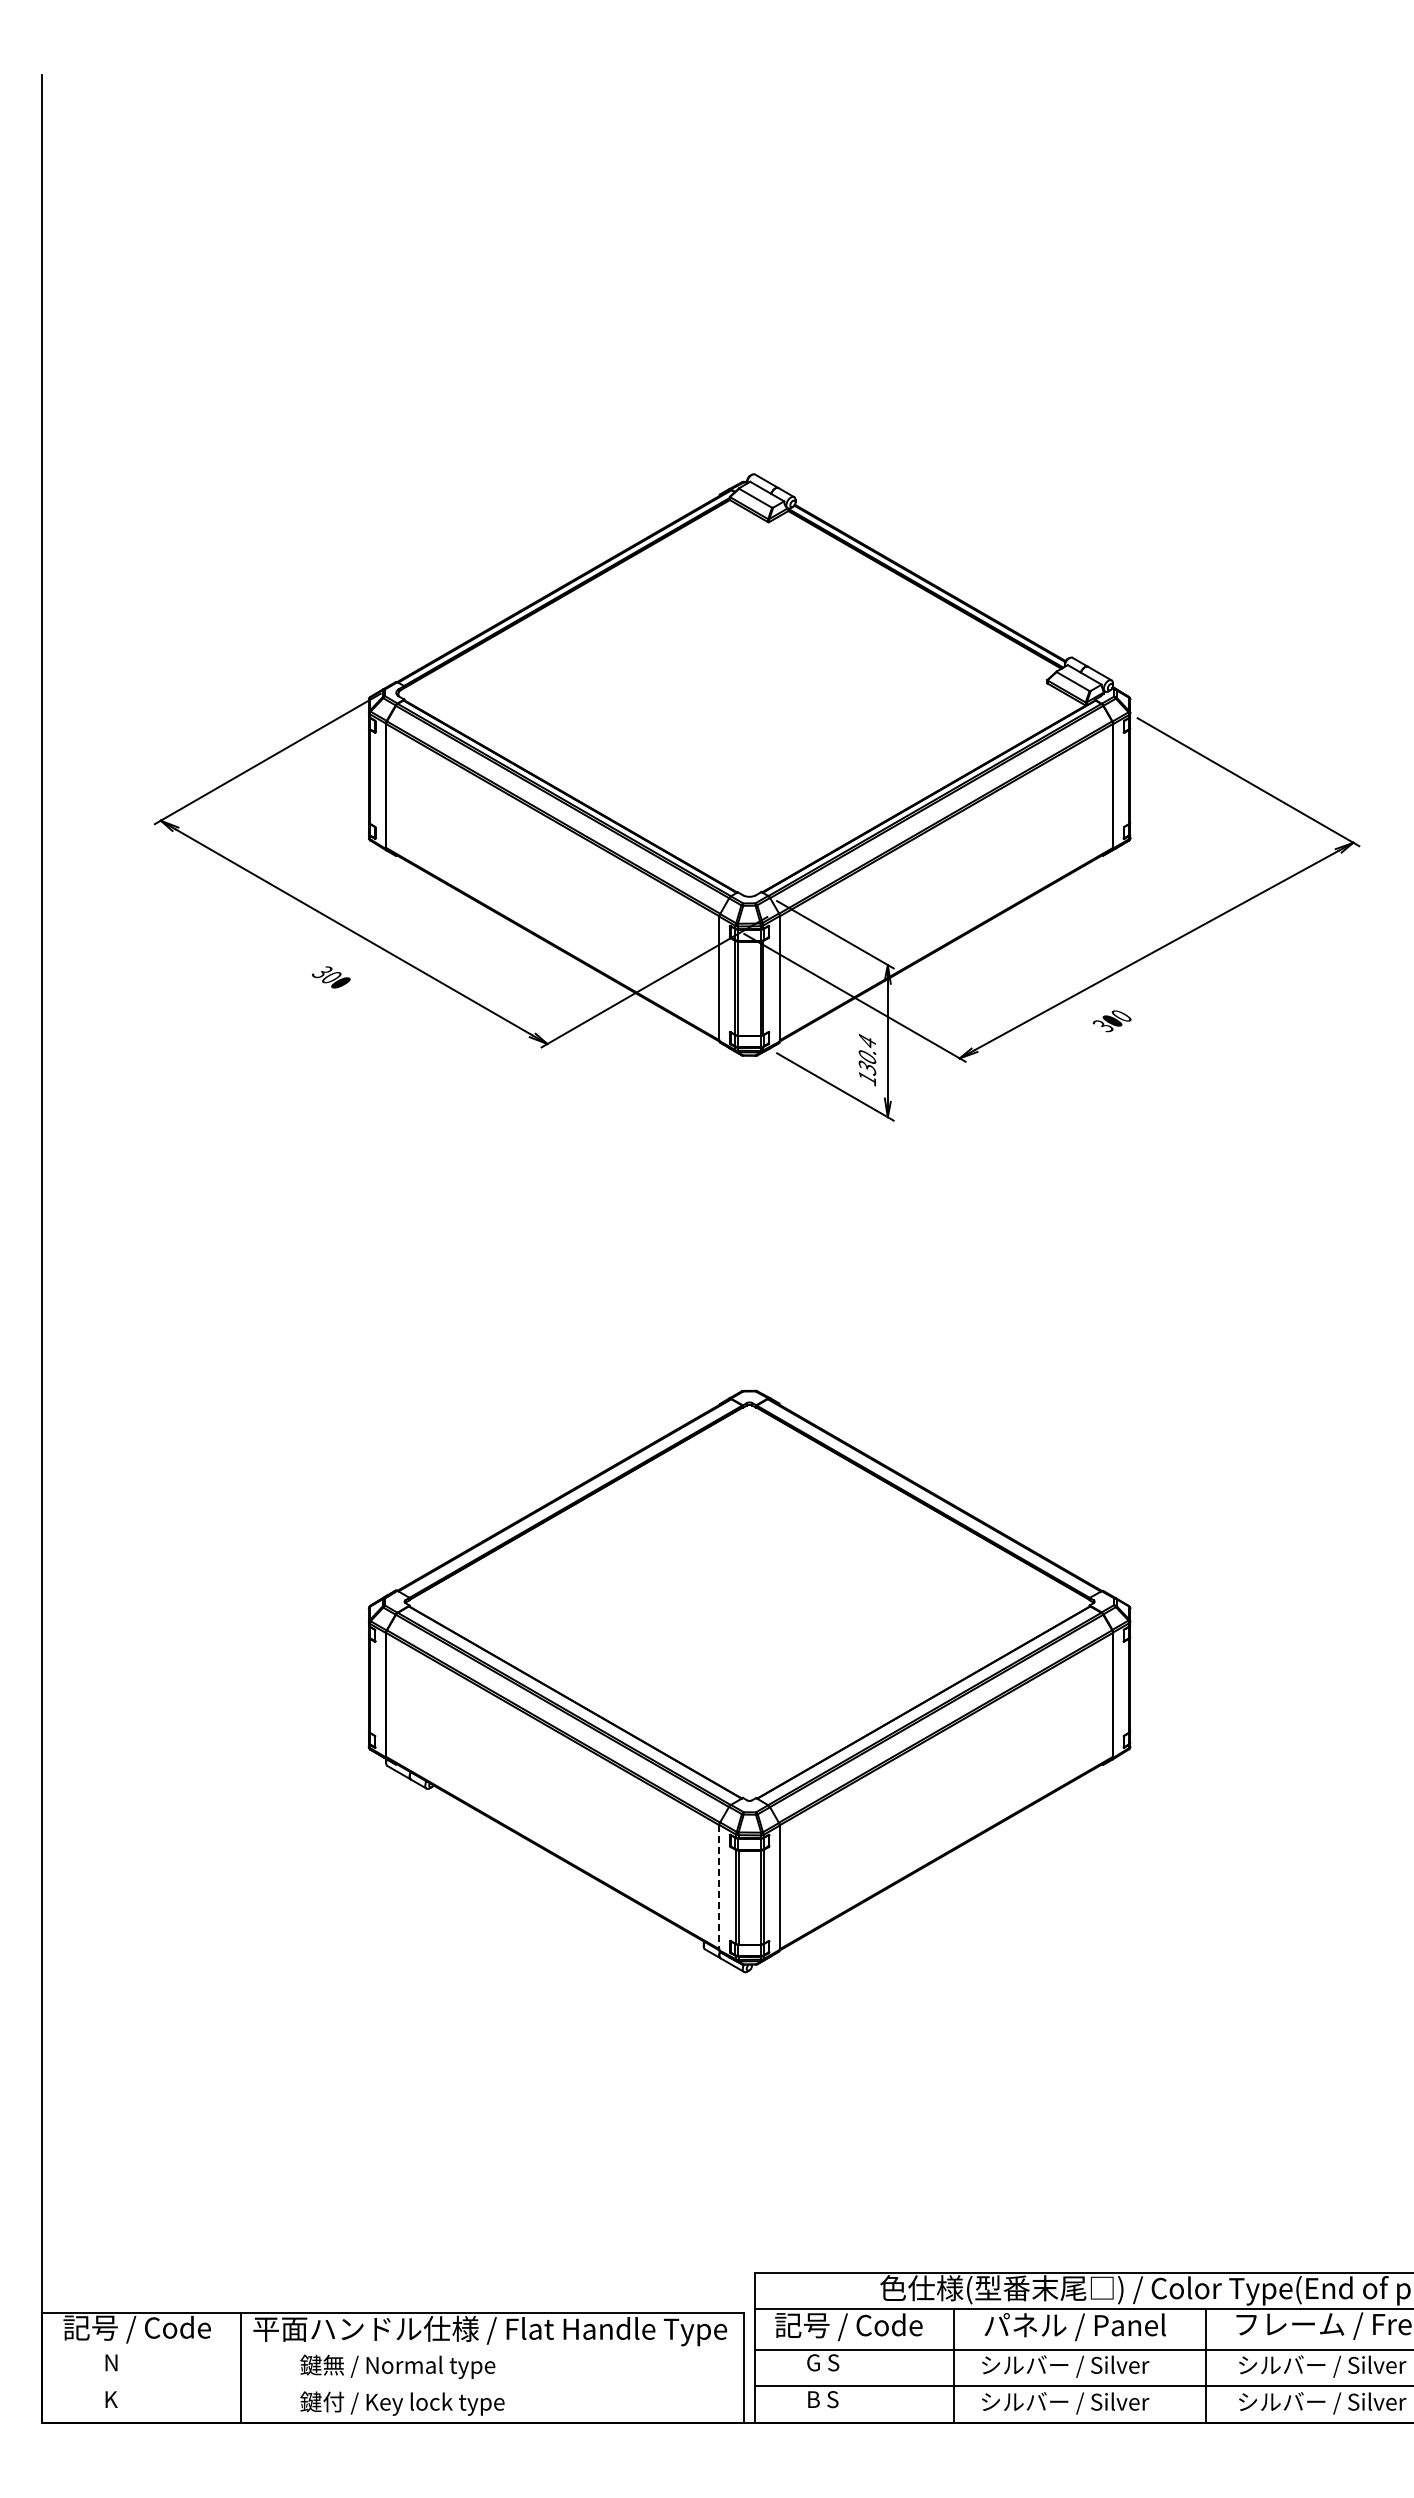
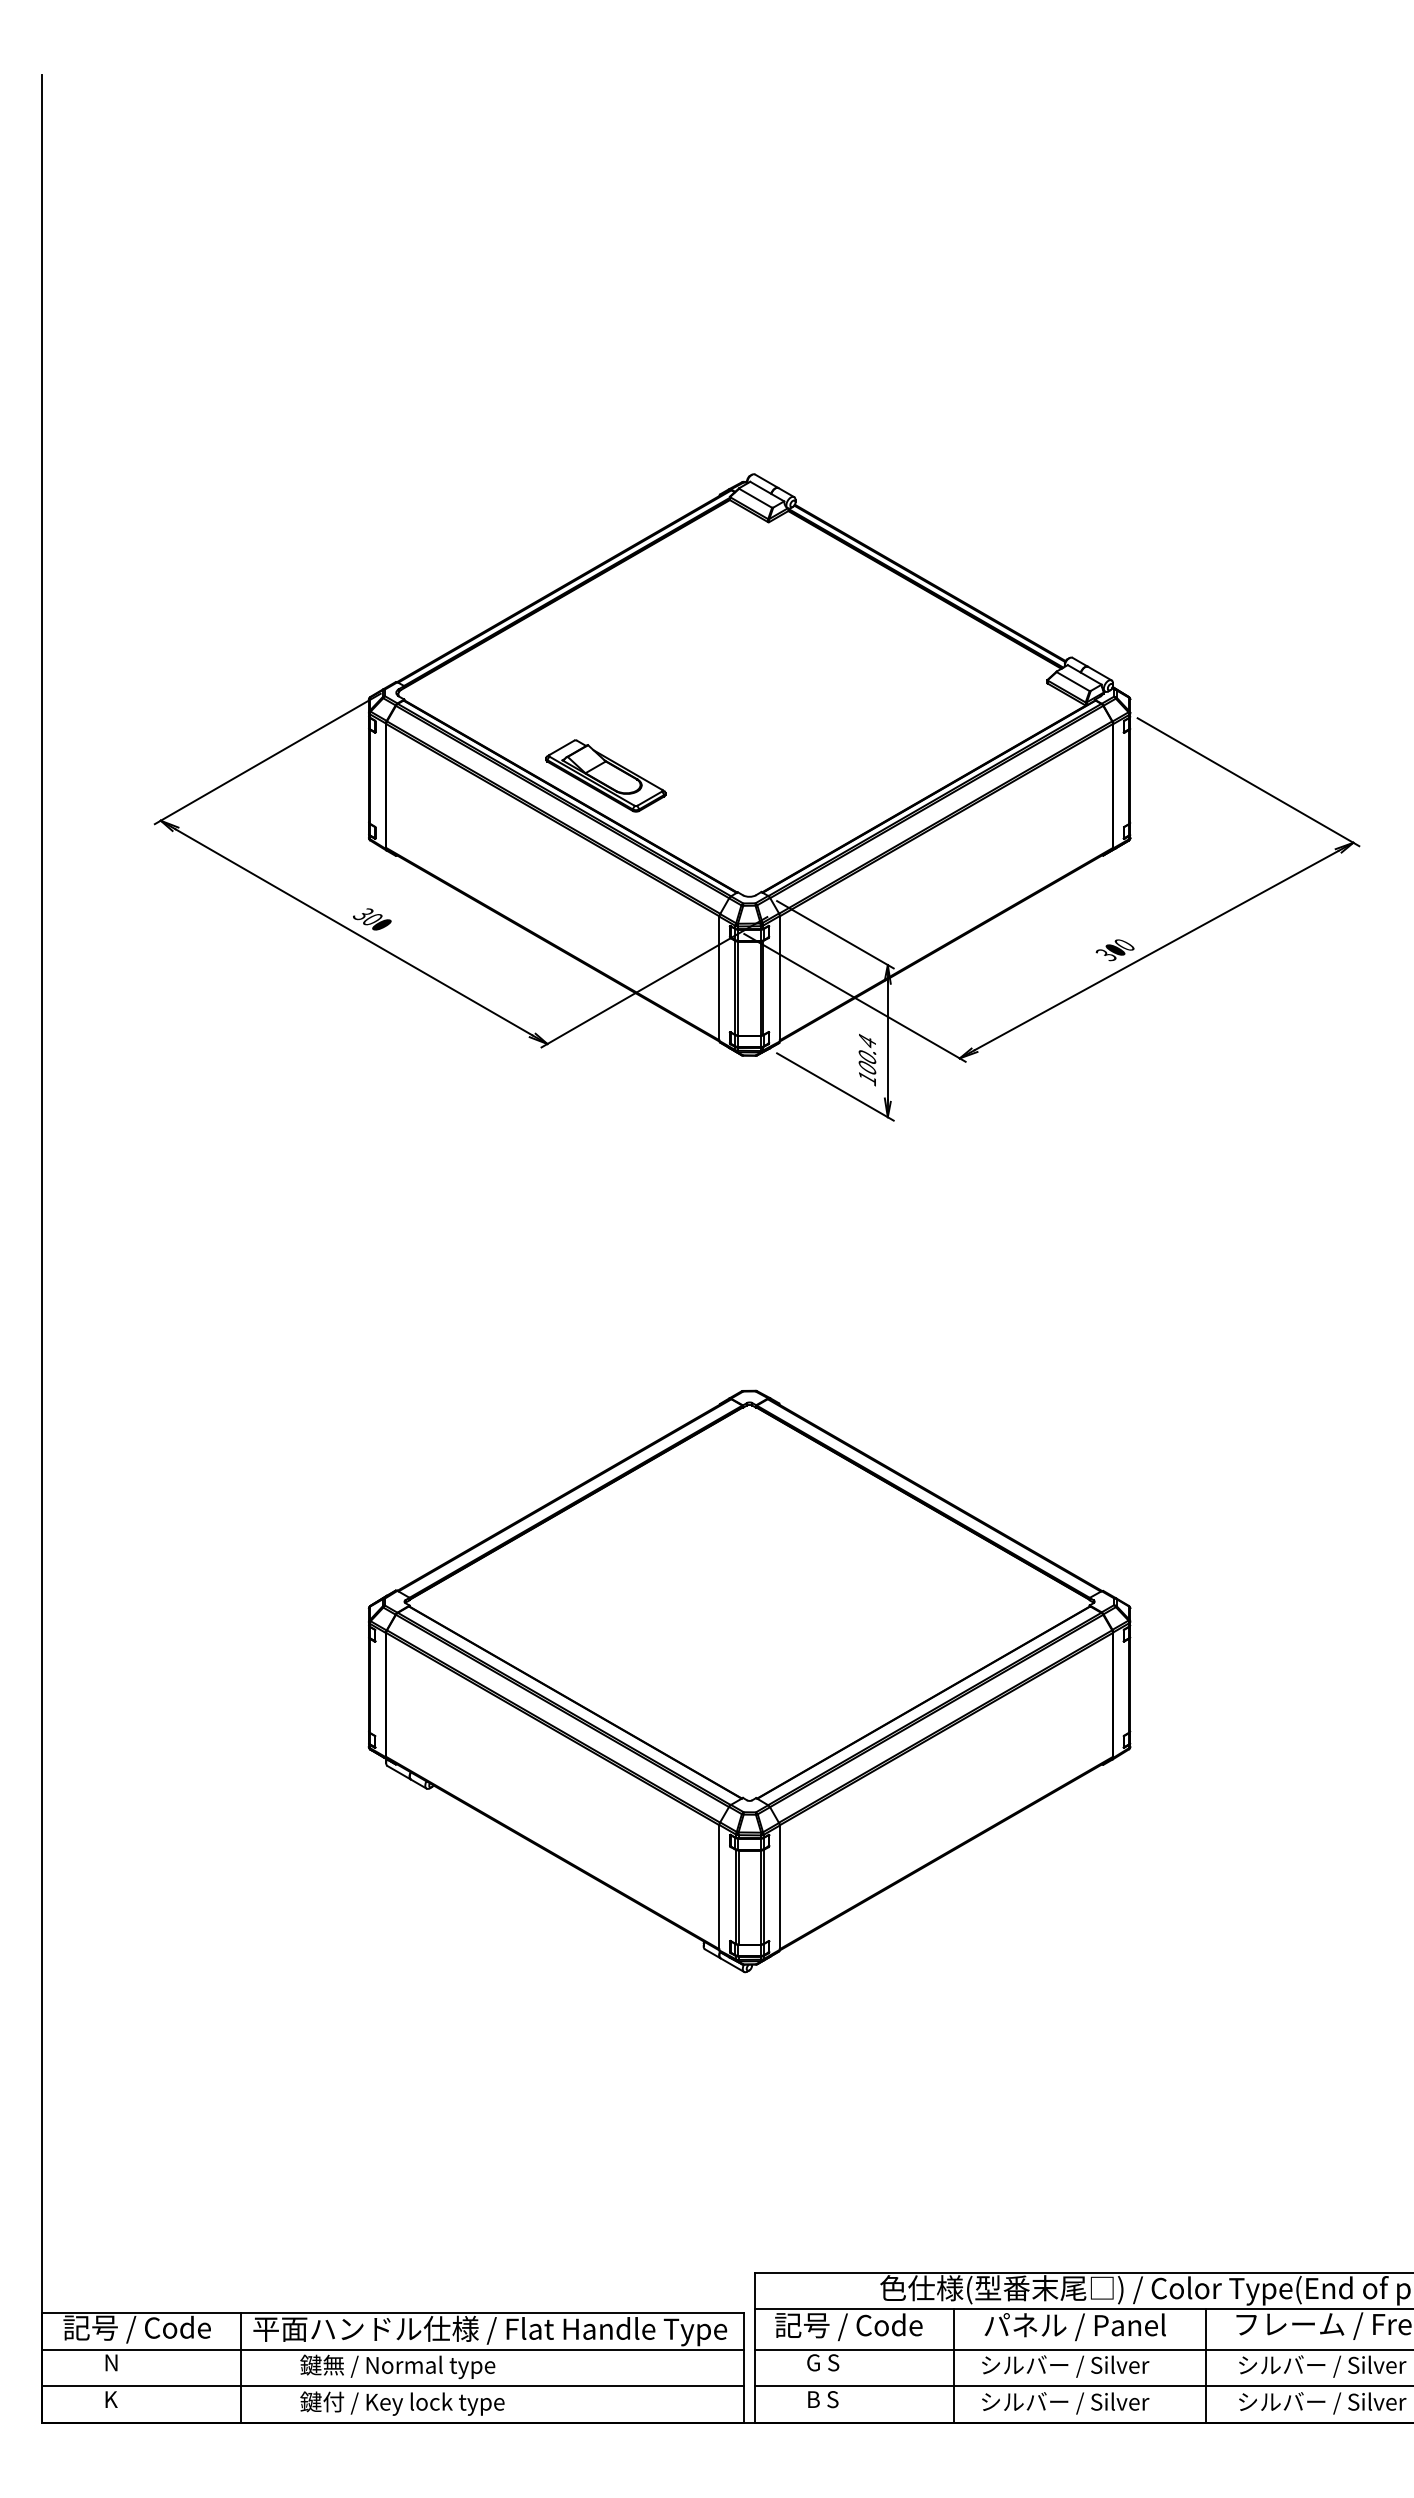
part at (605, 775): none -> present
text at (331, 977) position: (331, 977) -> (372, 919)
text at (1111, 1021) position: (1111, 1021) -> (1114, 950)
text at (867, 1067): 130.4 -> 100.4
line at (719, 1887): dashed -> solid
line at (393, 2349): none -> present
line at (393, 2386): none -> present
